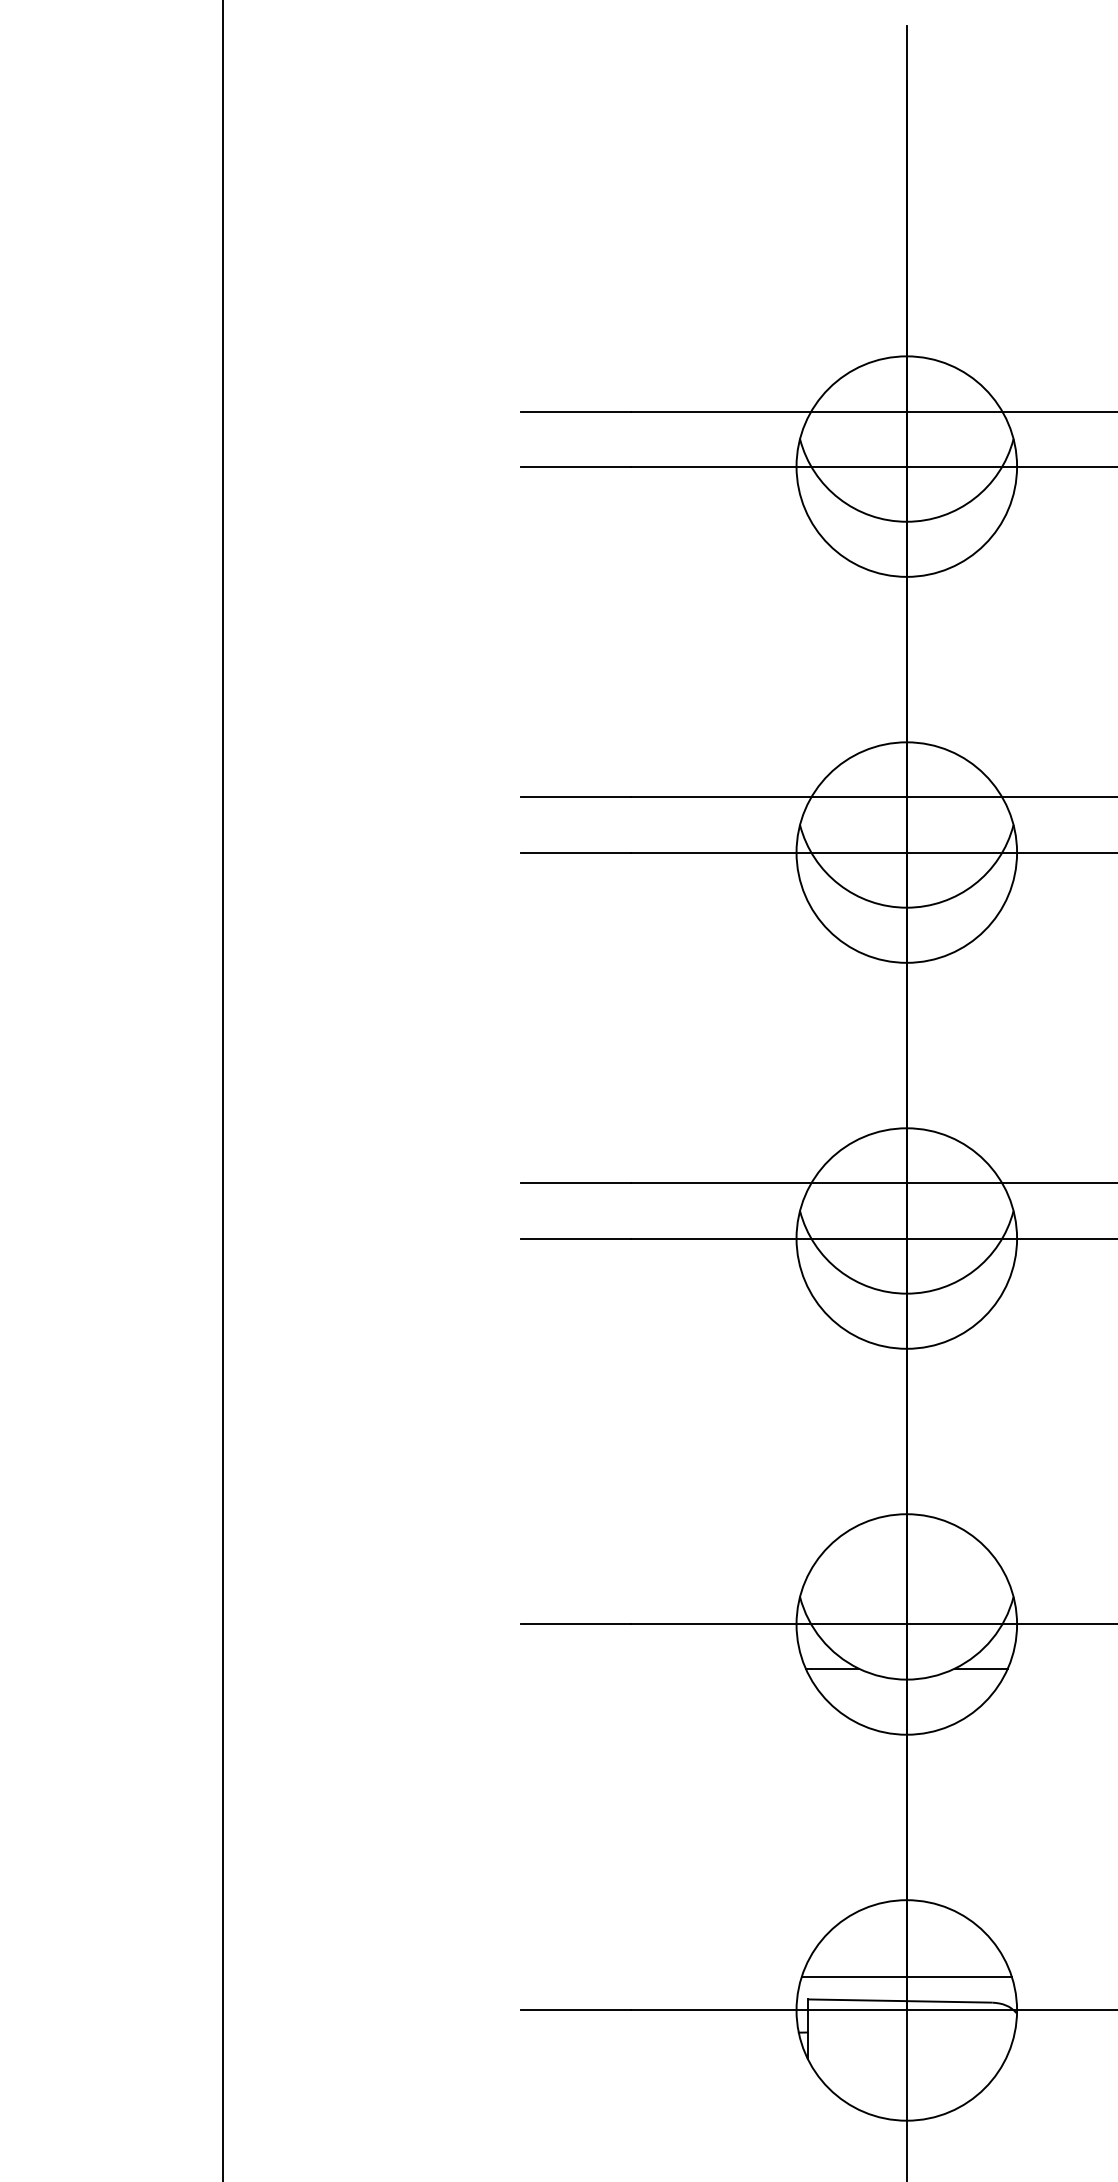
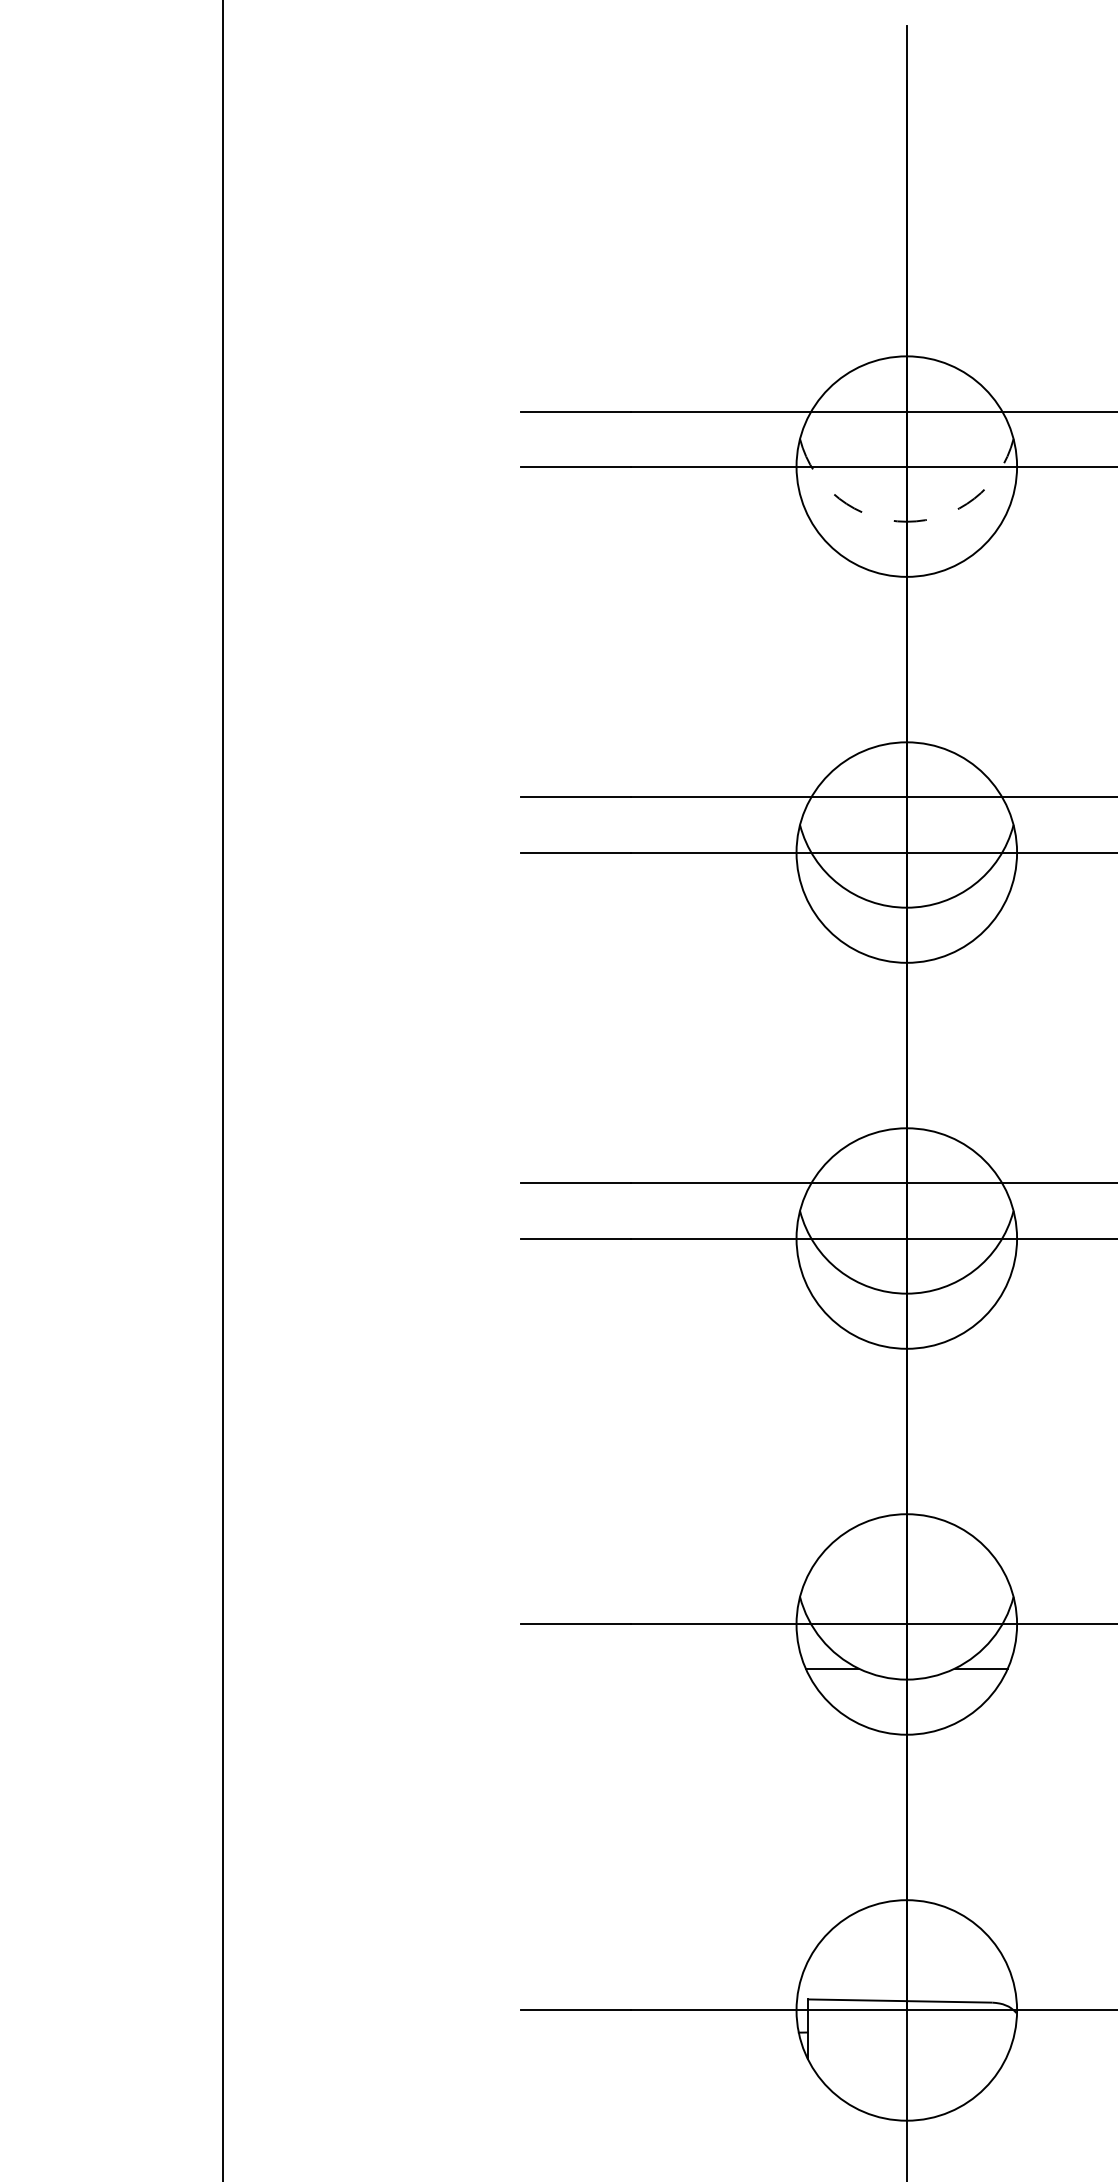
arc at (906, 521): solid -> dashed
line at (906, 1977): present -> none
